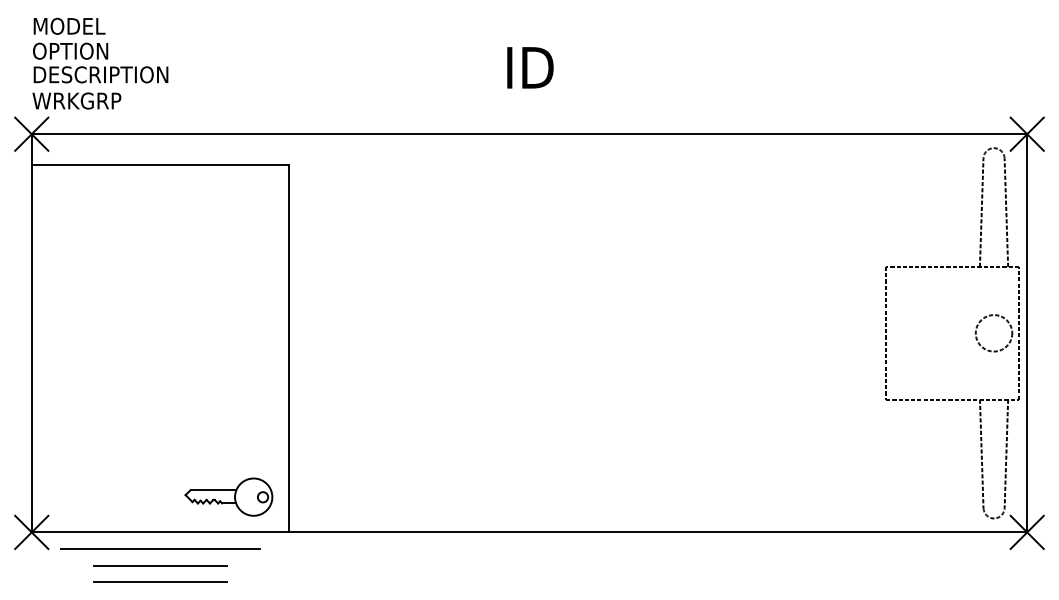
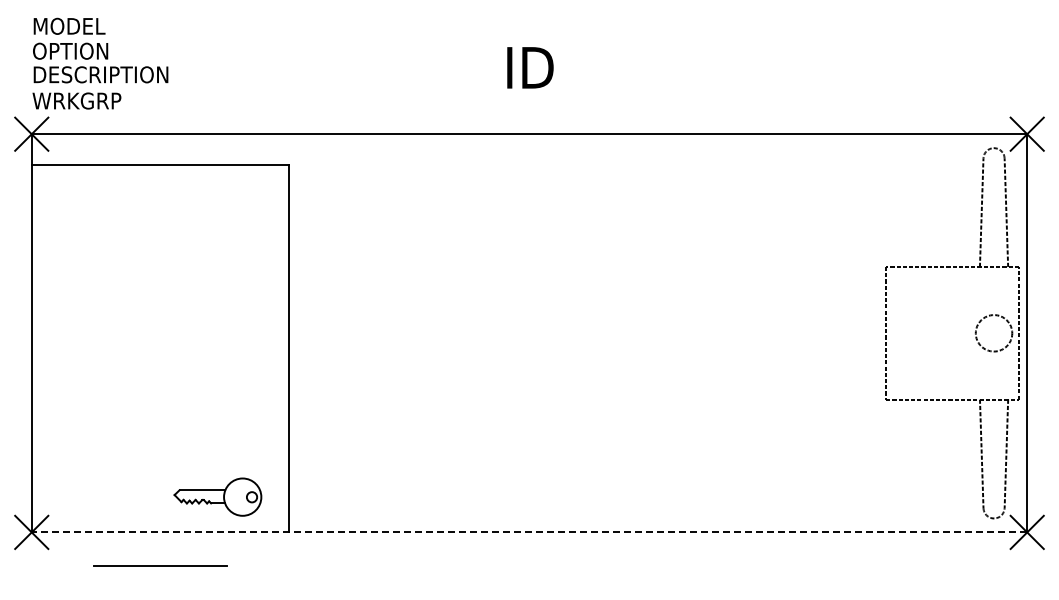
part at (228, 496) position: (228, 496) -> (217, 496)
line at (529, 532): solid -> dashed
line at (159, 549): present -> none
line at (160, 582): present -> none
